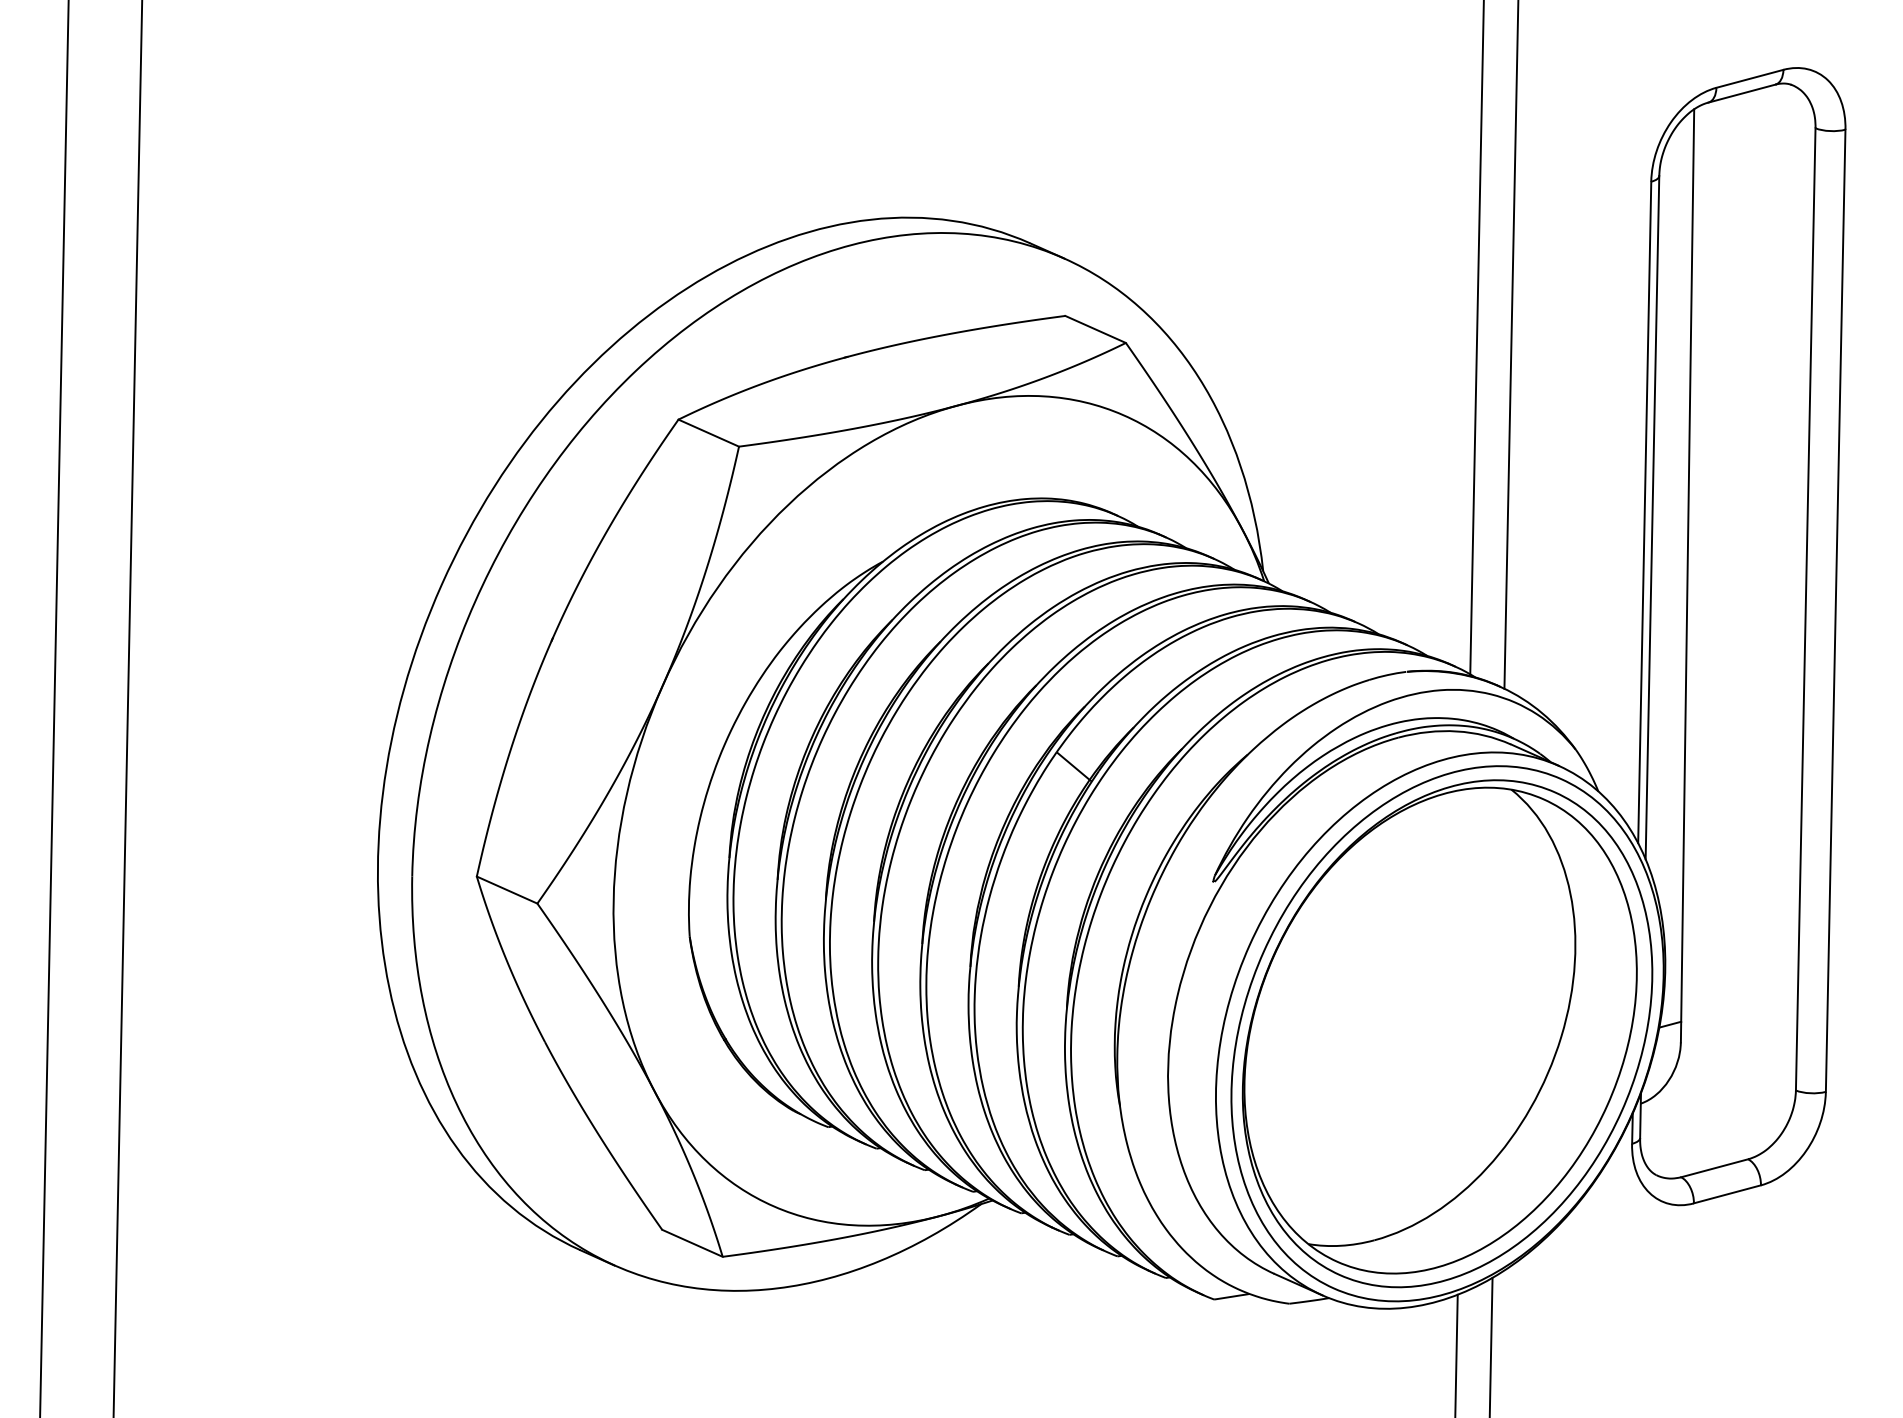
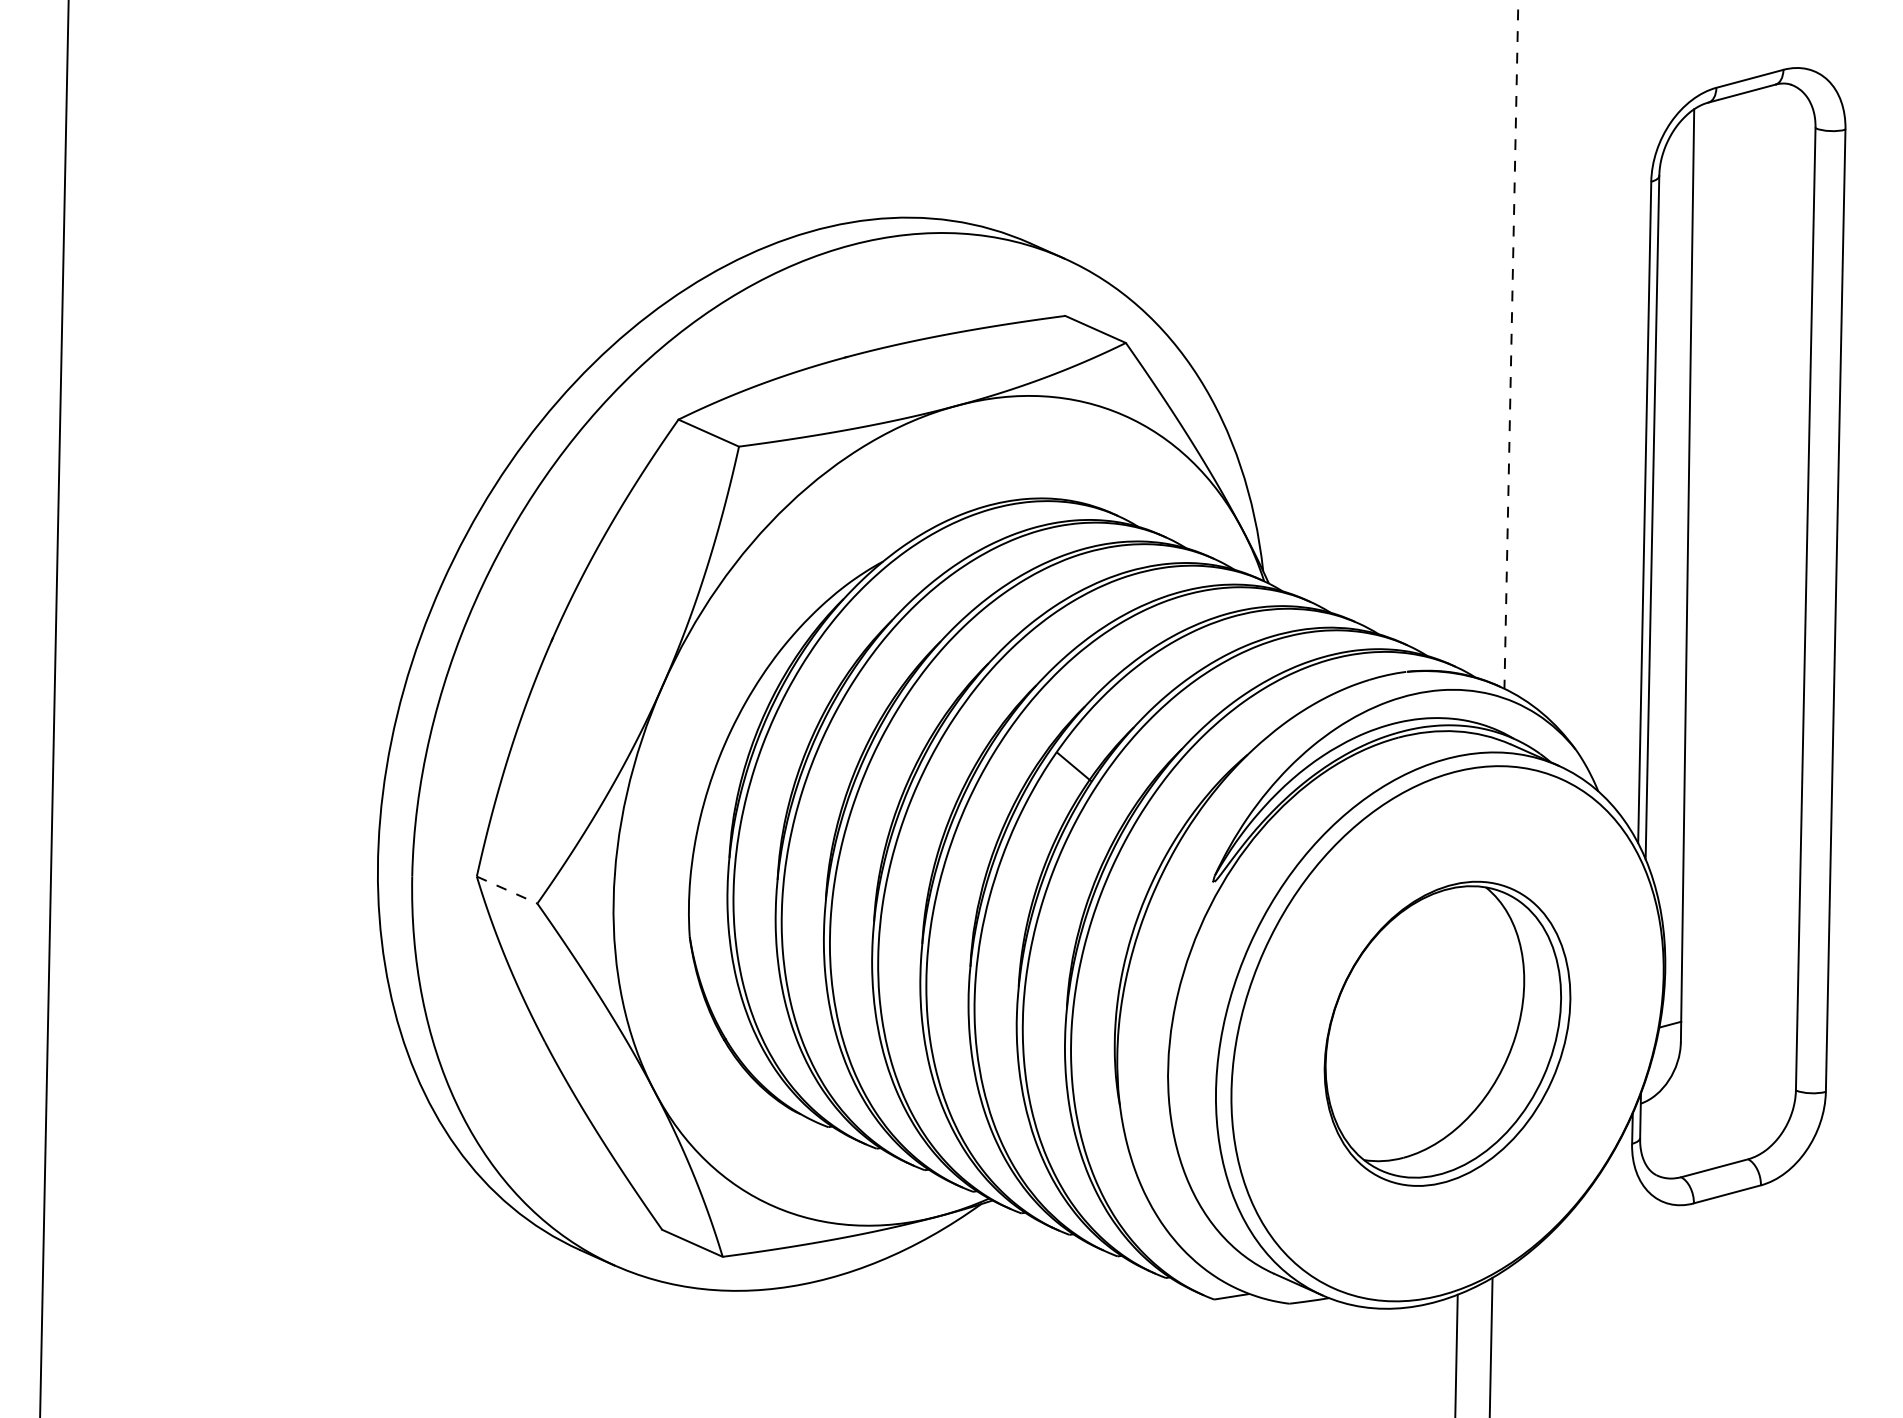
line at (1476, 338): present -> none
line at (1511, 345): solid -> dashed
line at (127, 708): present -> none
line at (507, 890): solid -> dashed
part at (1447, 1033) size: 413x510 px -> 249x307 px
